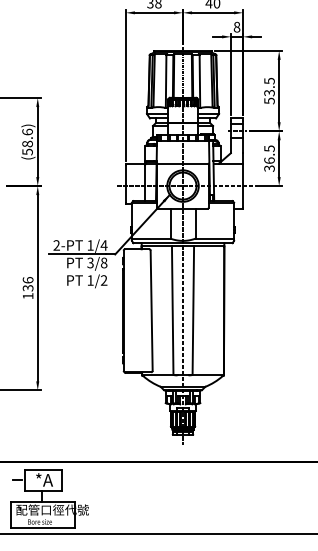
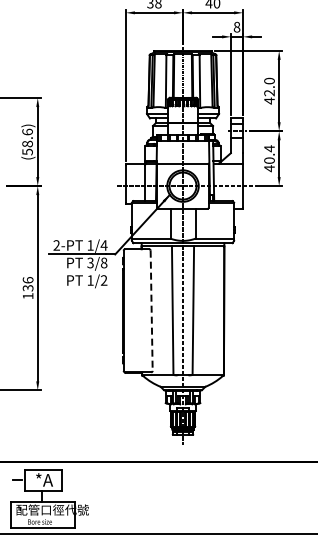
text at (269, 90): 53.5 -> 42.0
text at (269, 158): 36.5 -> 40.4
line at (151, 311): solid -> dashed
